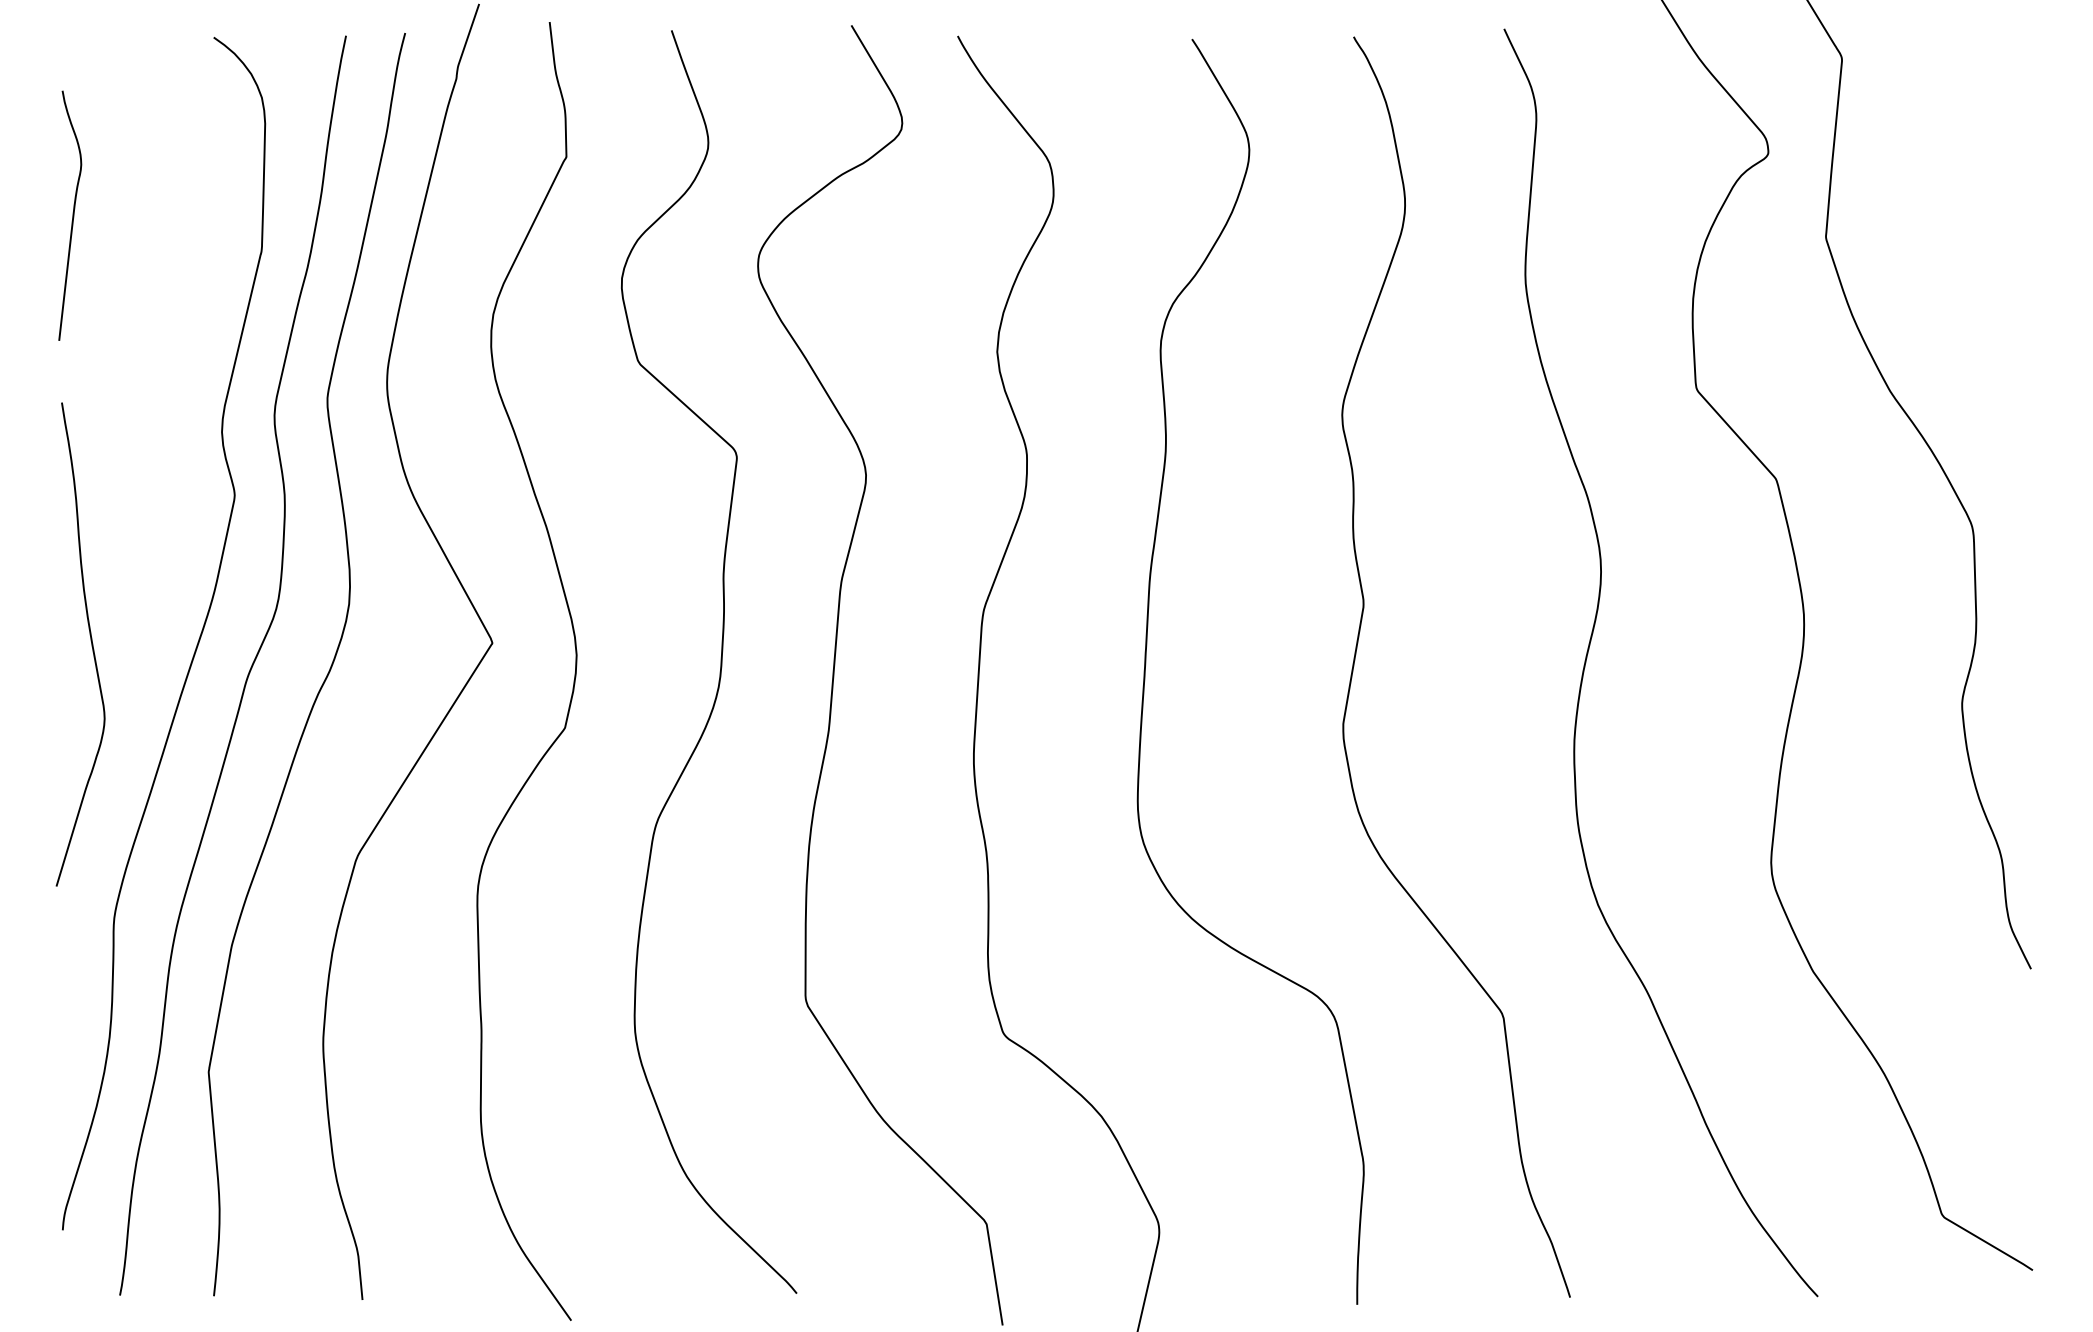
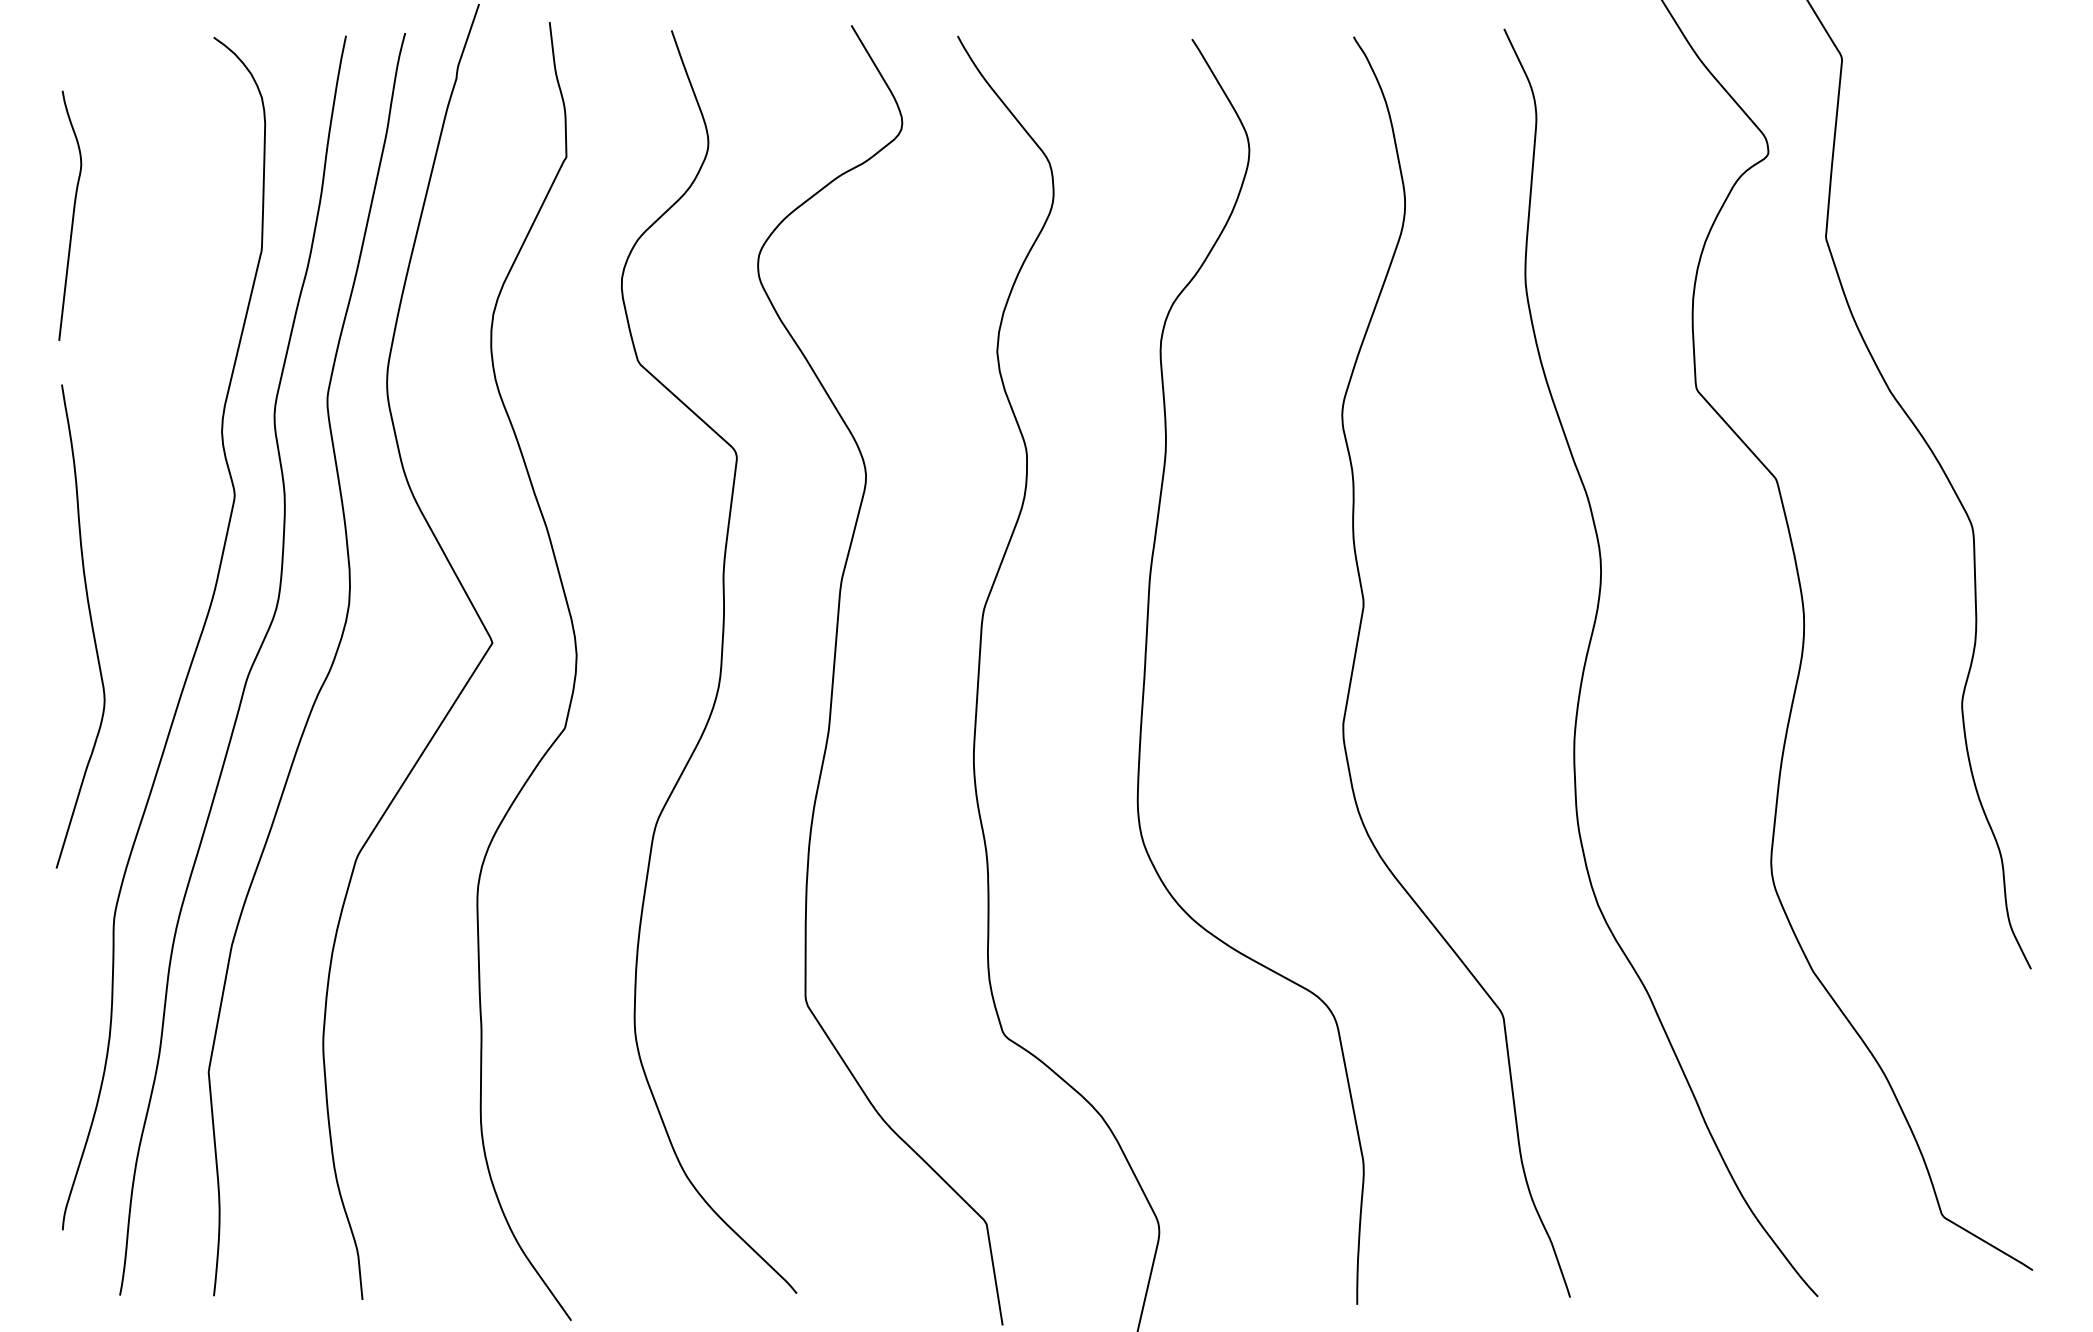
curve at (90, 641) position: (90, 641) -> (90, 623)
